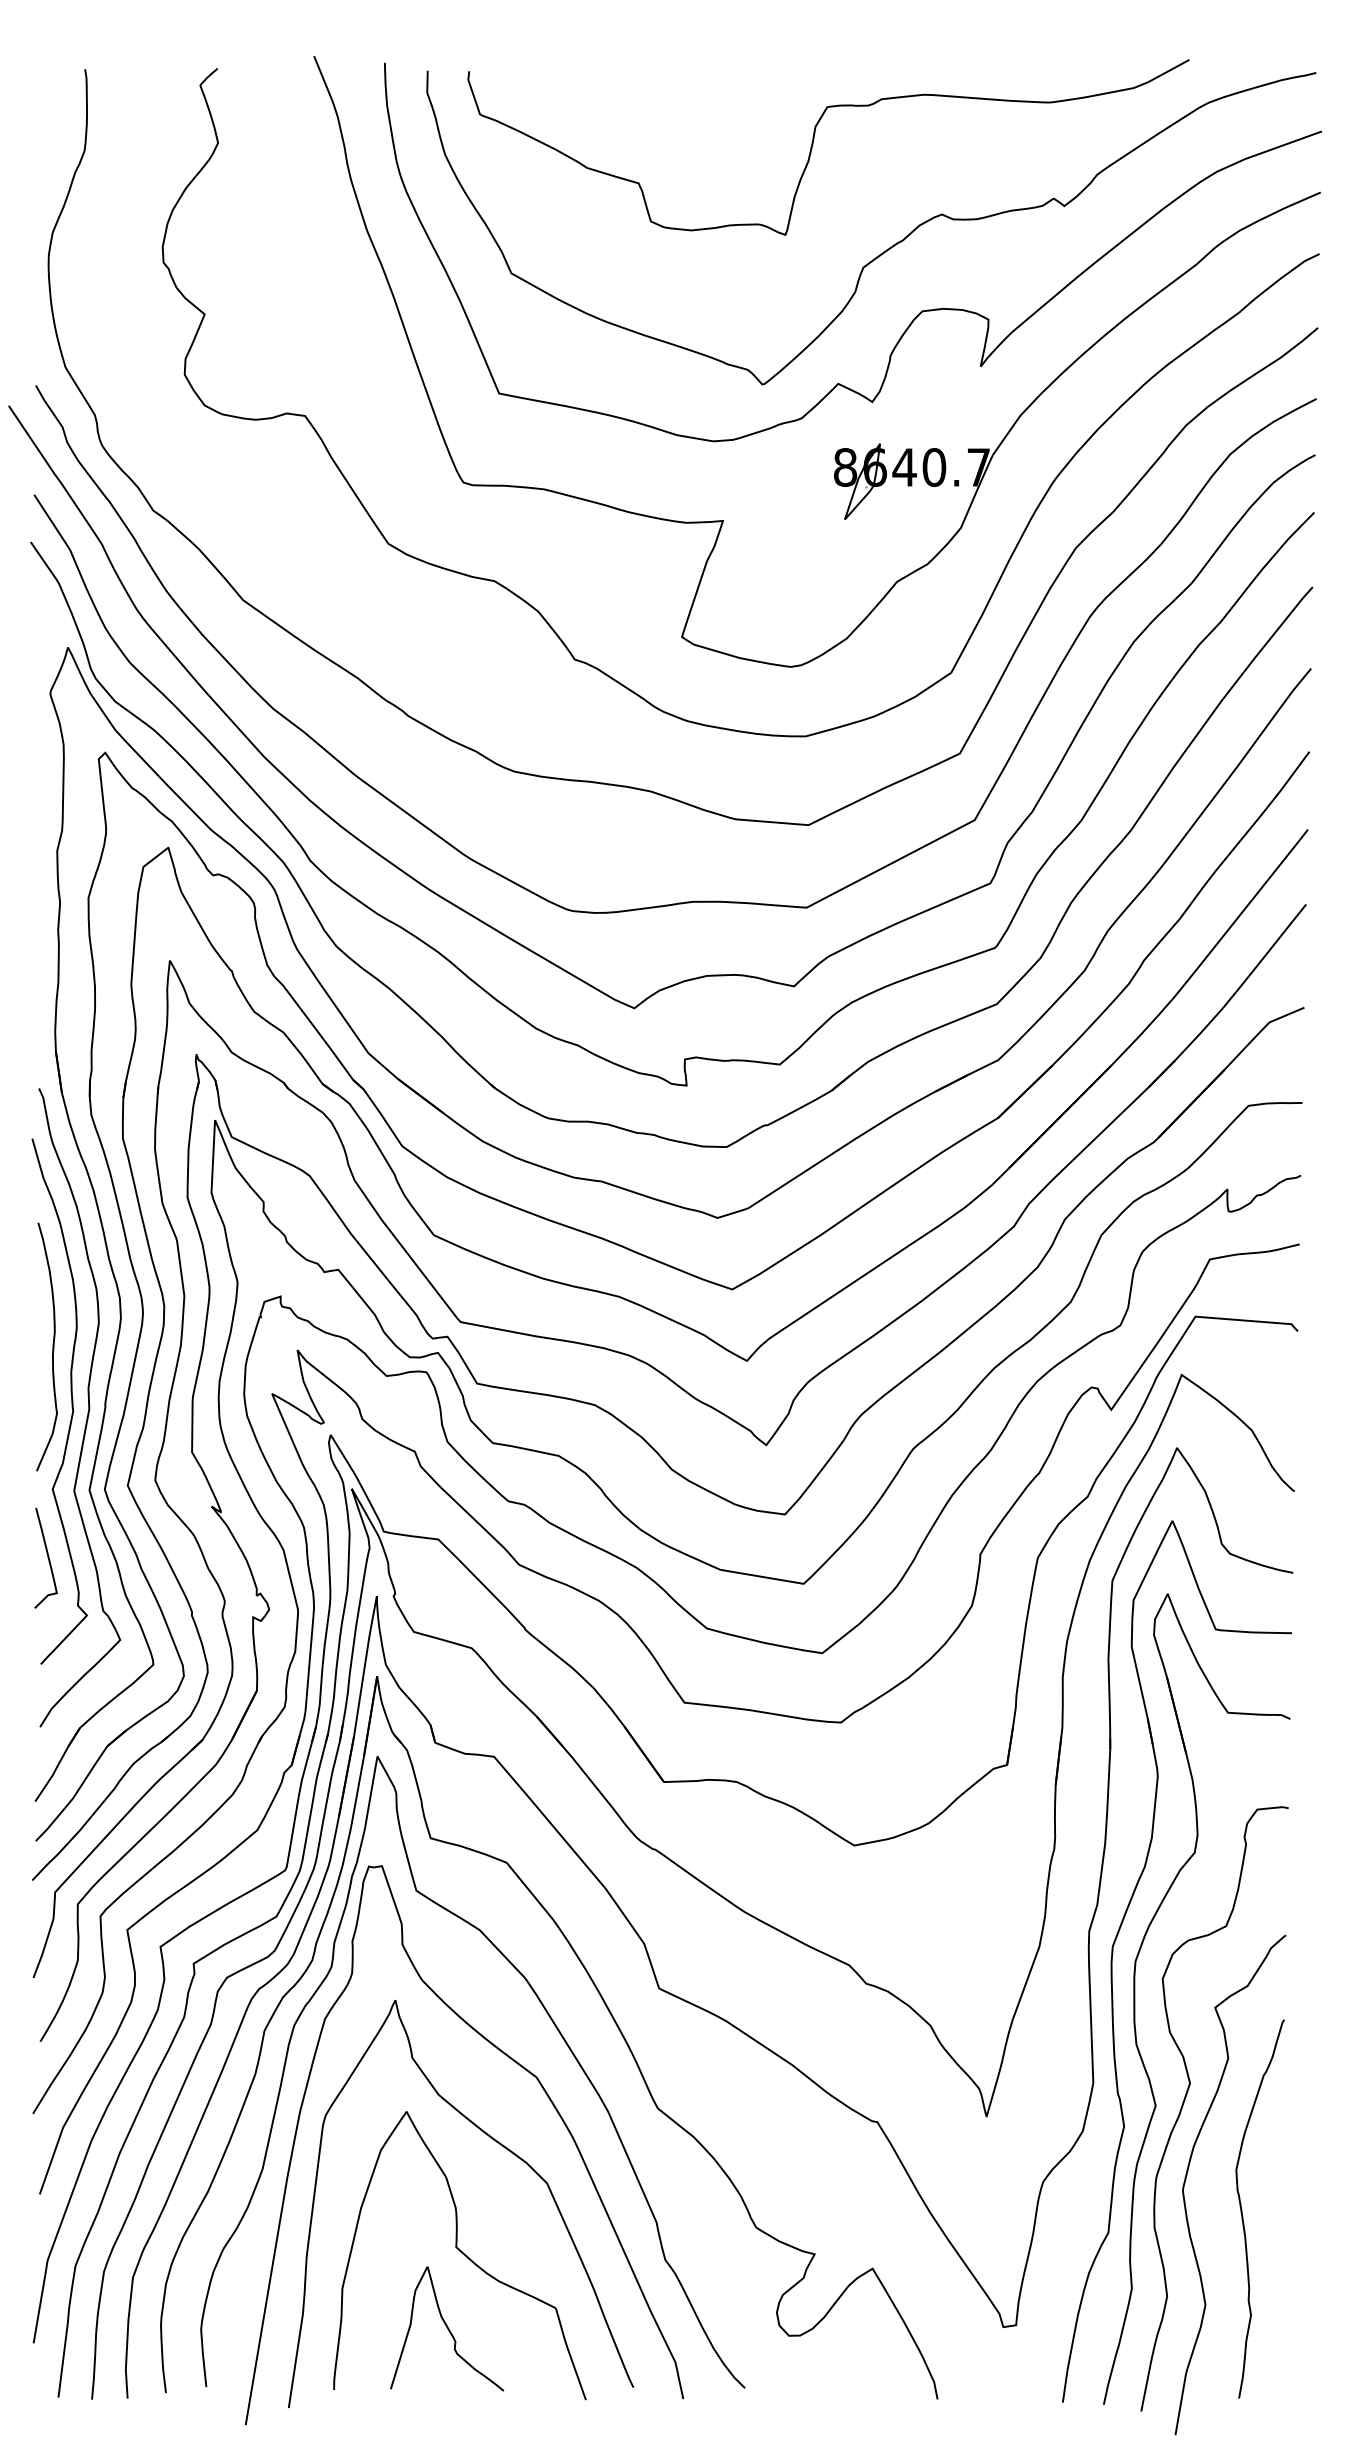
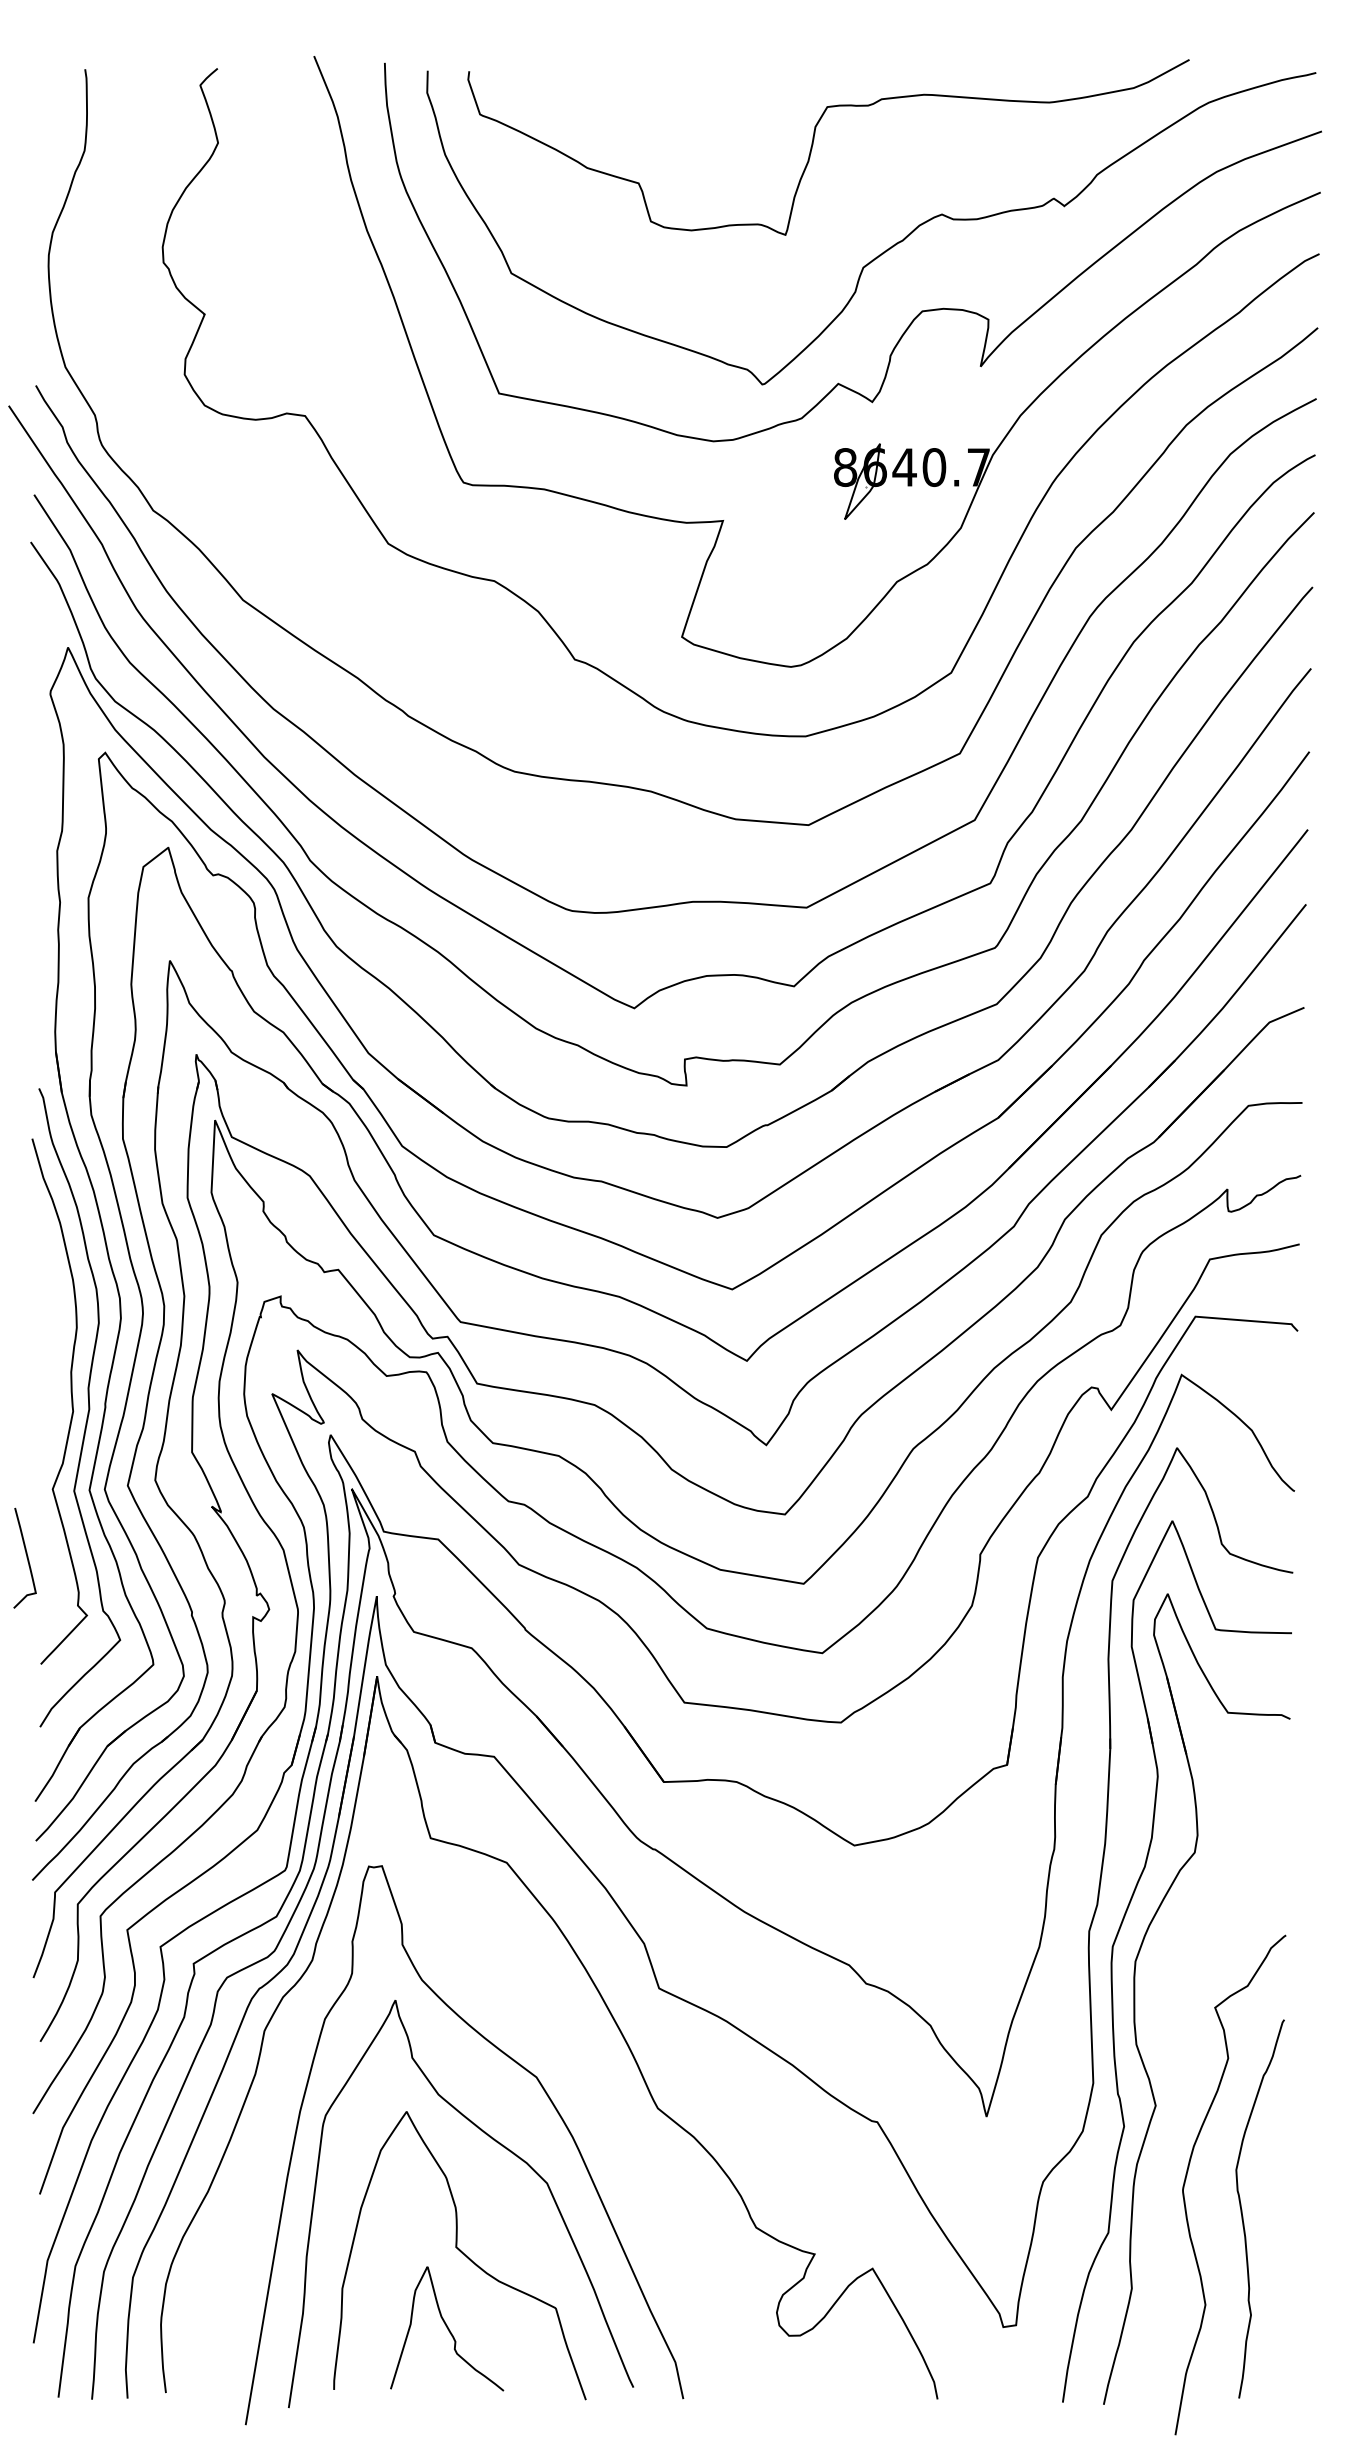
curve at (52, 1346): present -> none
curve at (47, 1557) position: (47, 1557) -> (26, 1557)
curve at (551, 2021): present -> none
curve at (1186, 2097): present -> none
